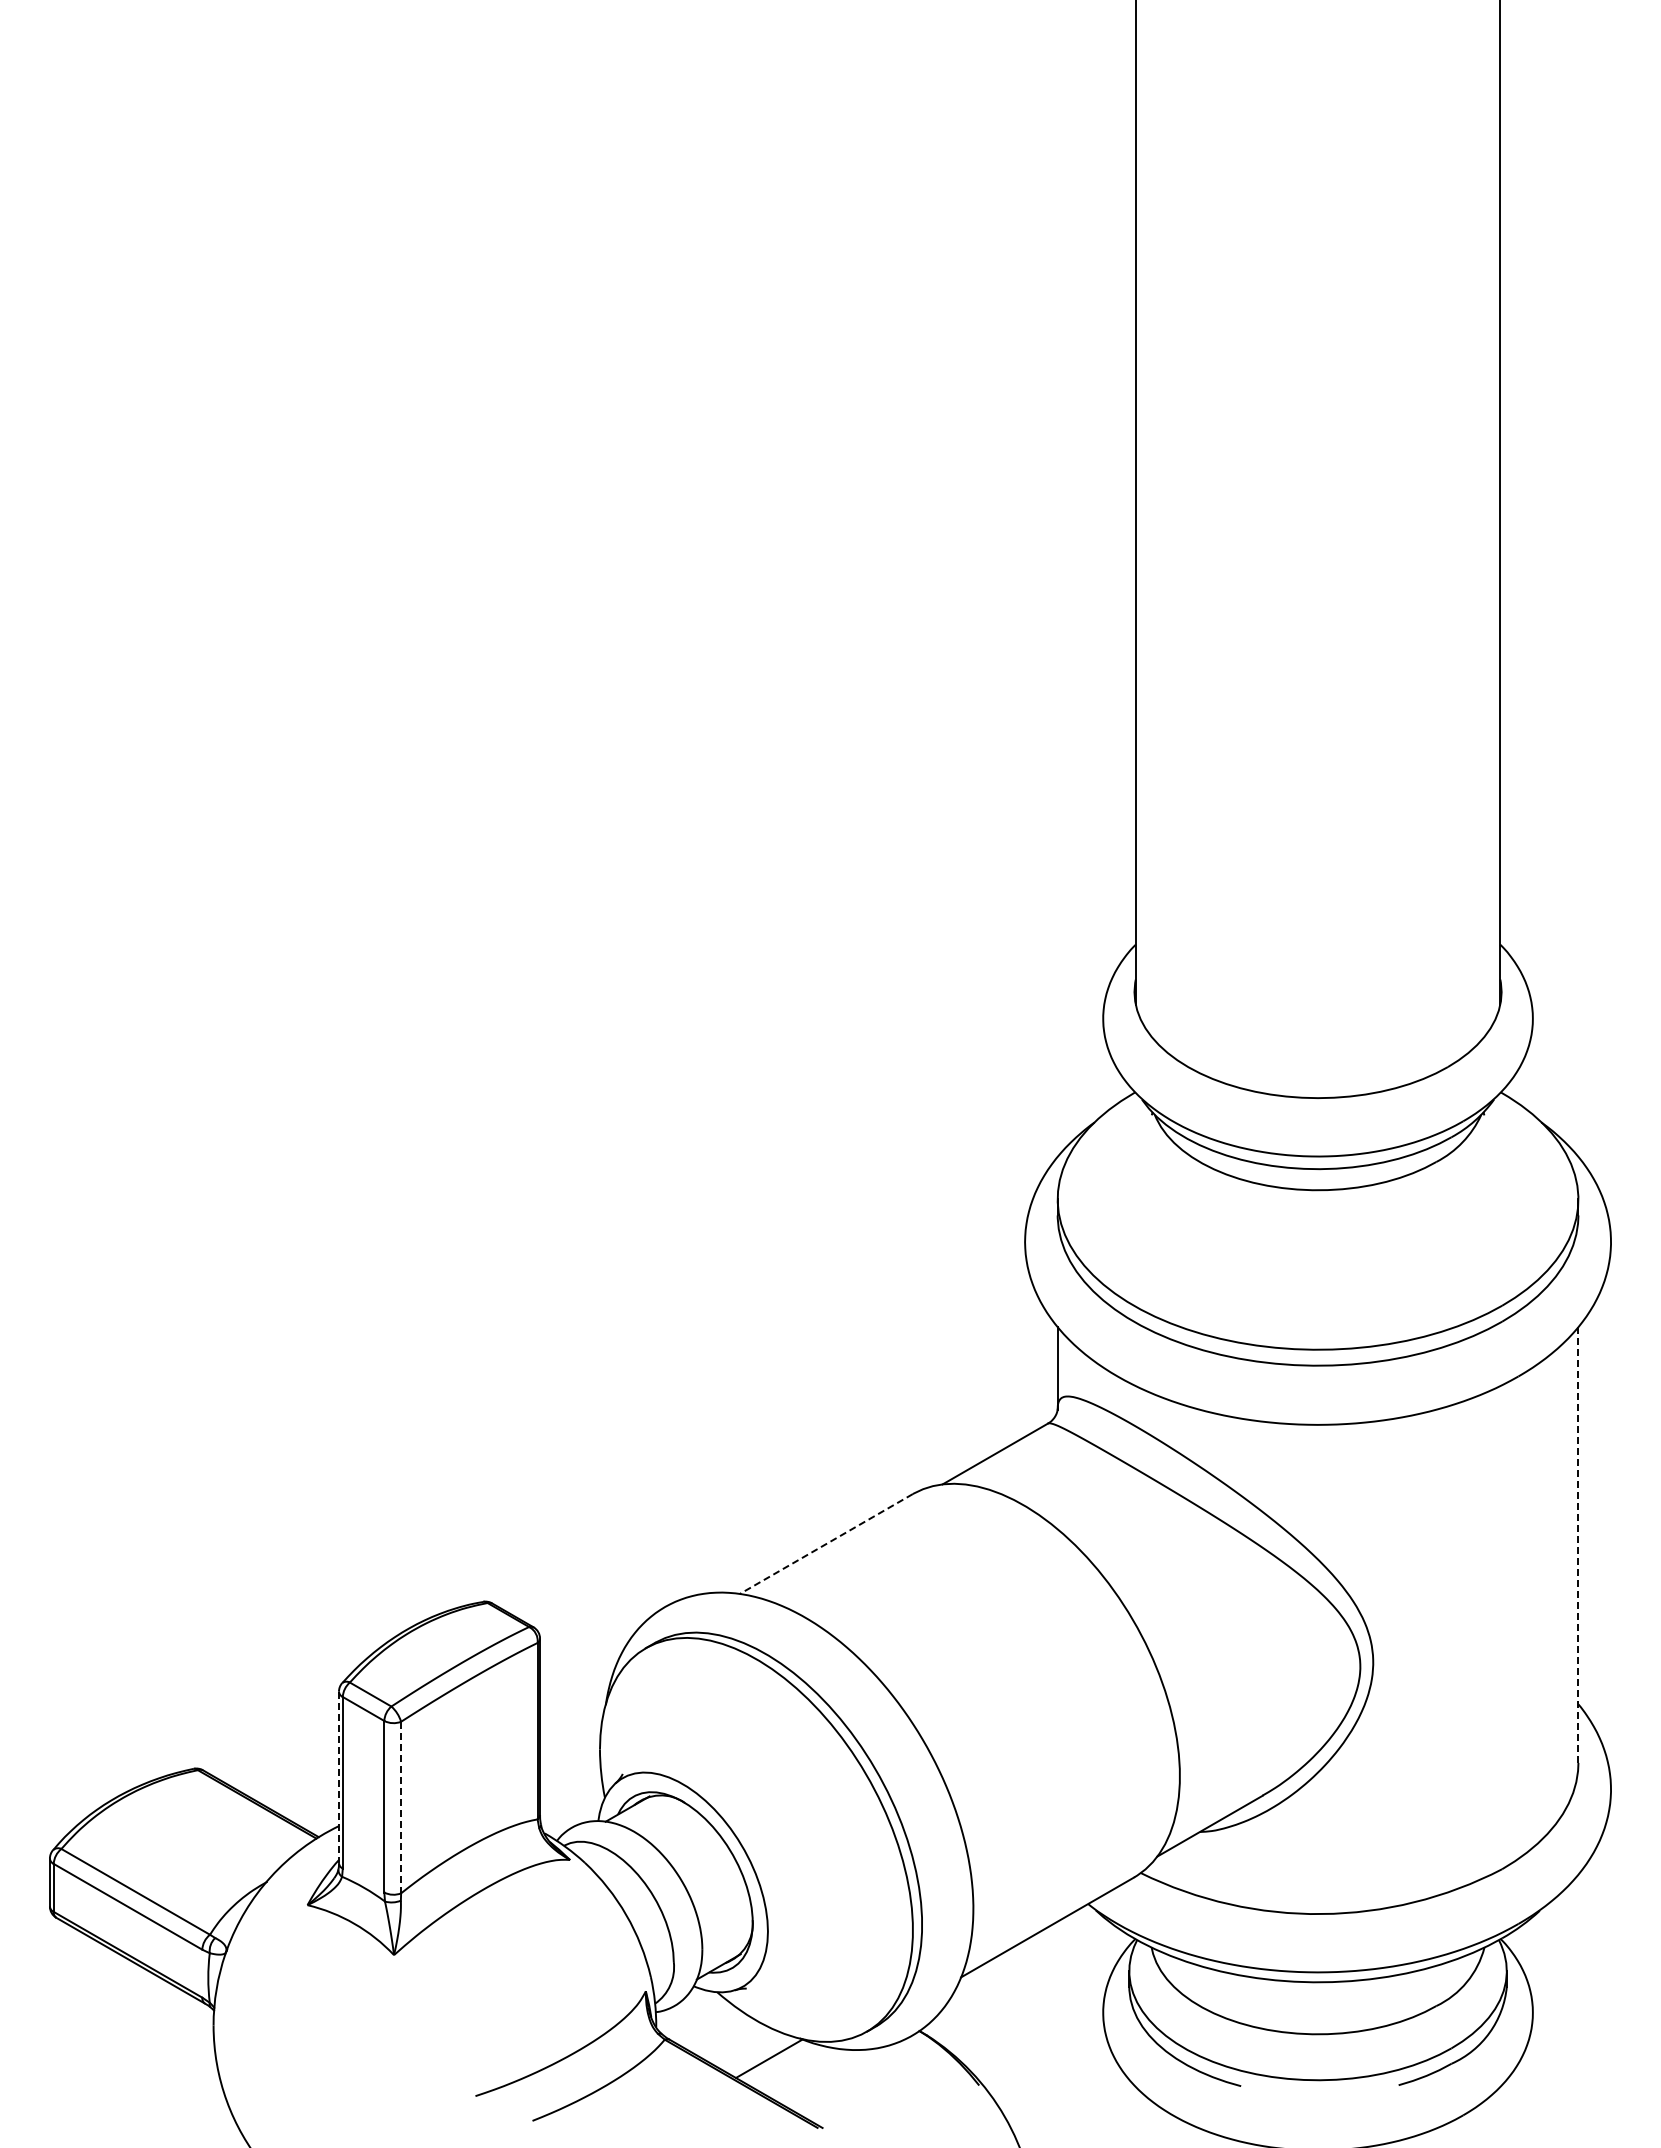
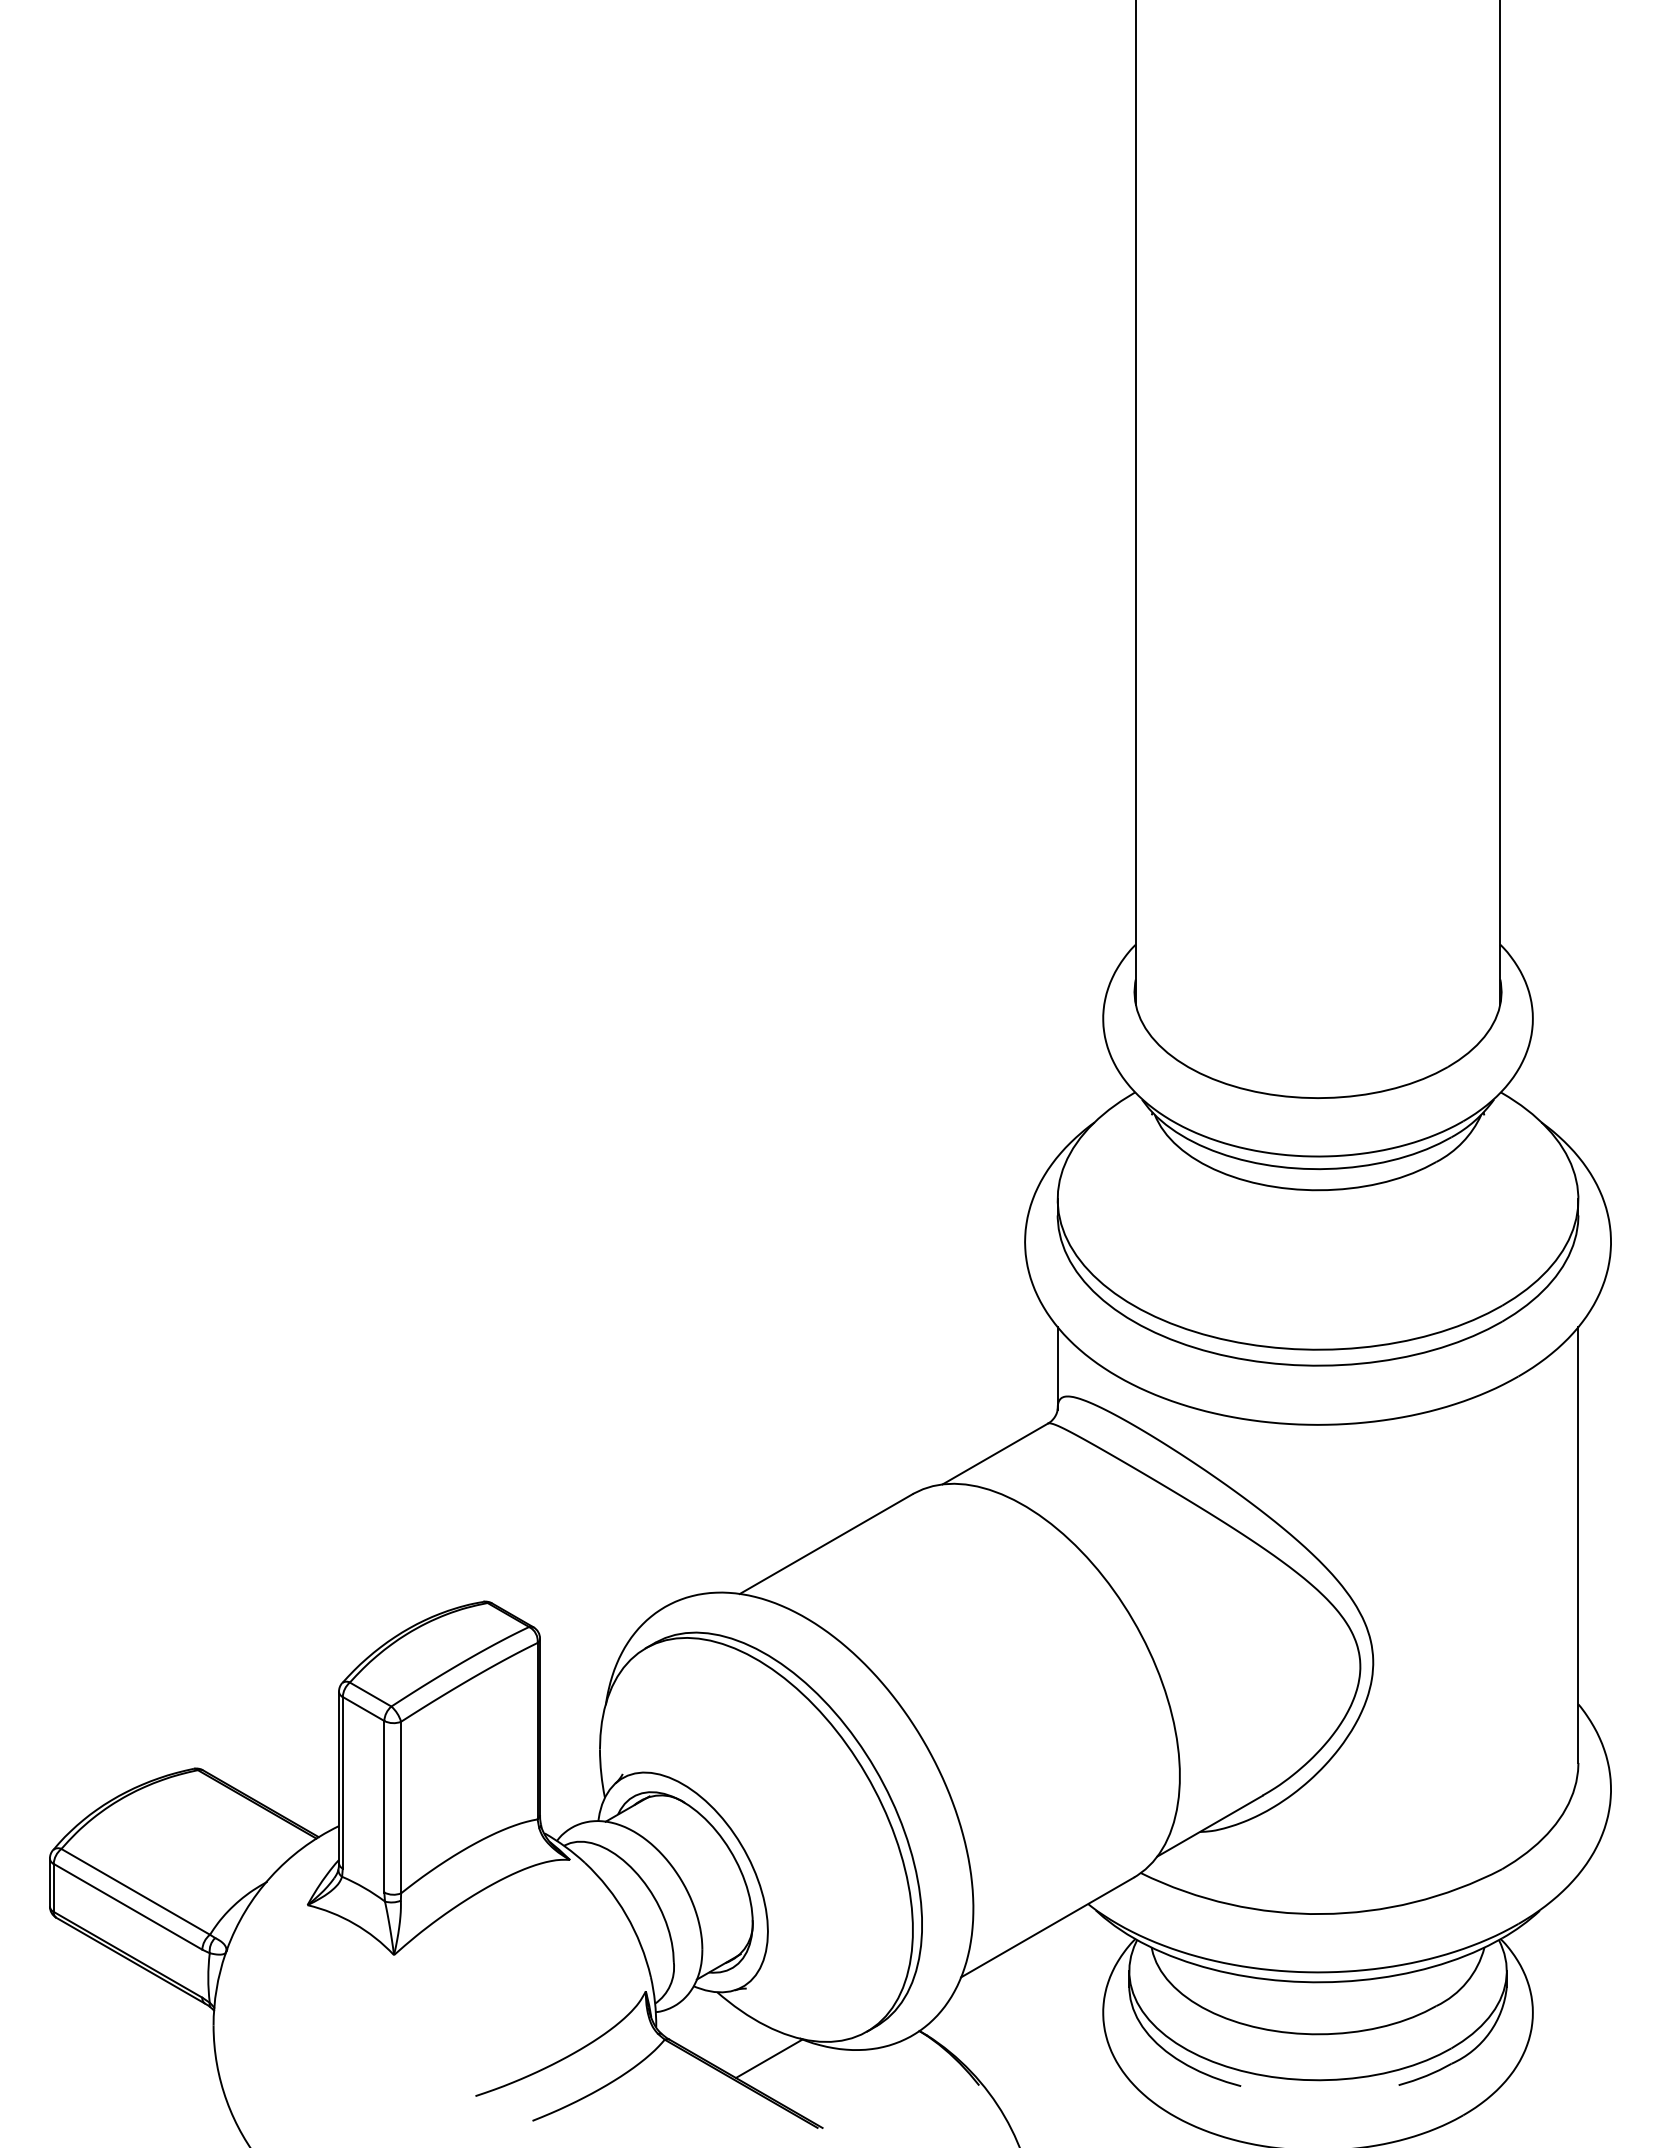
line at (826, 1544): dashed -> solid
line at (1578, 1544): dashed -> solid
line at (338, 1777): dashed -> solid
line at (401, 1807): dashed -> solid
